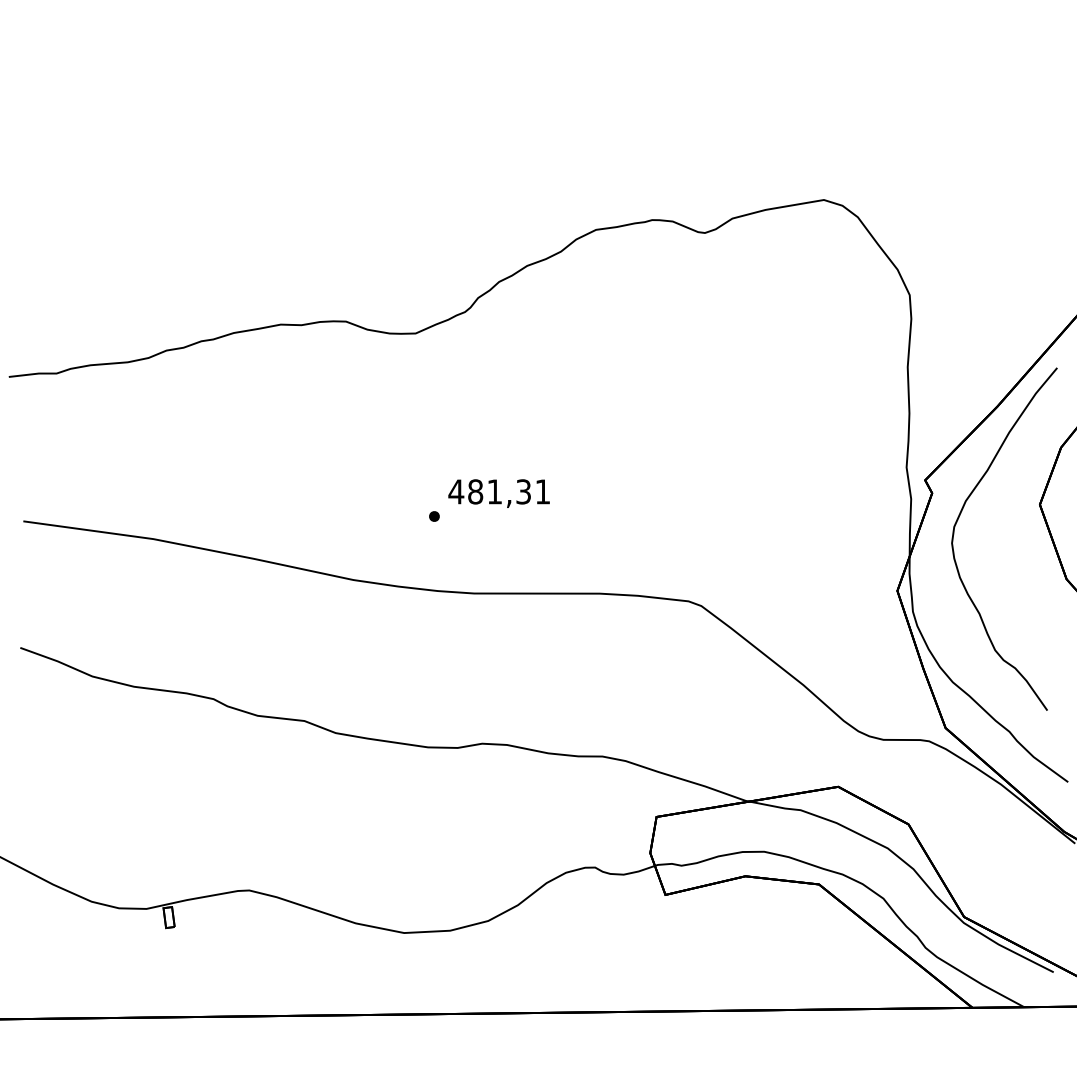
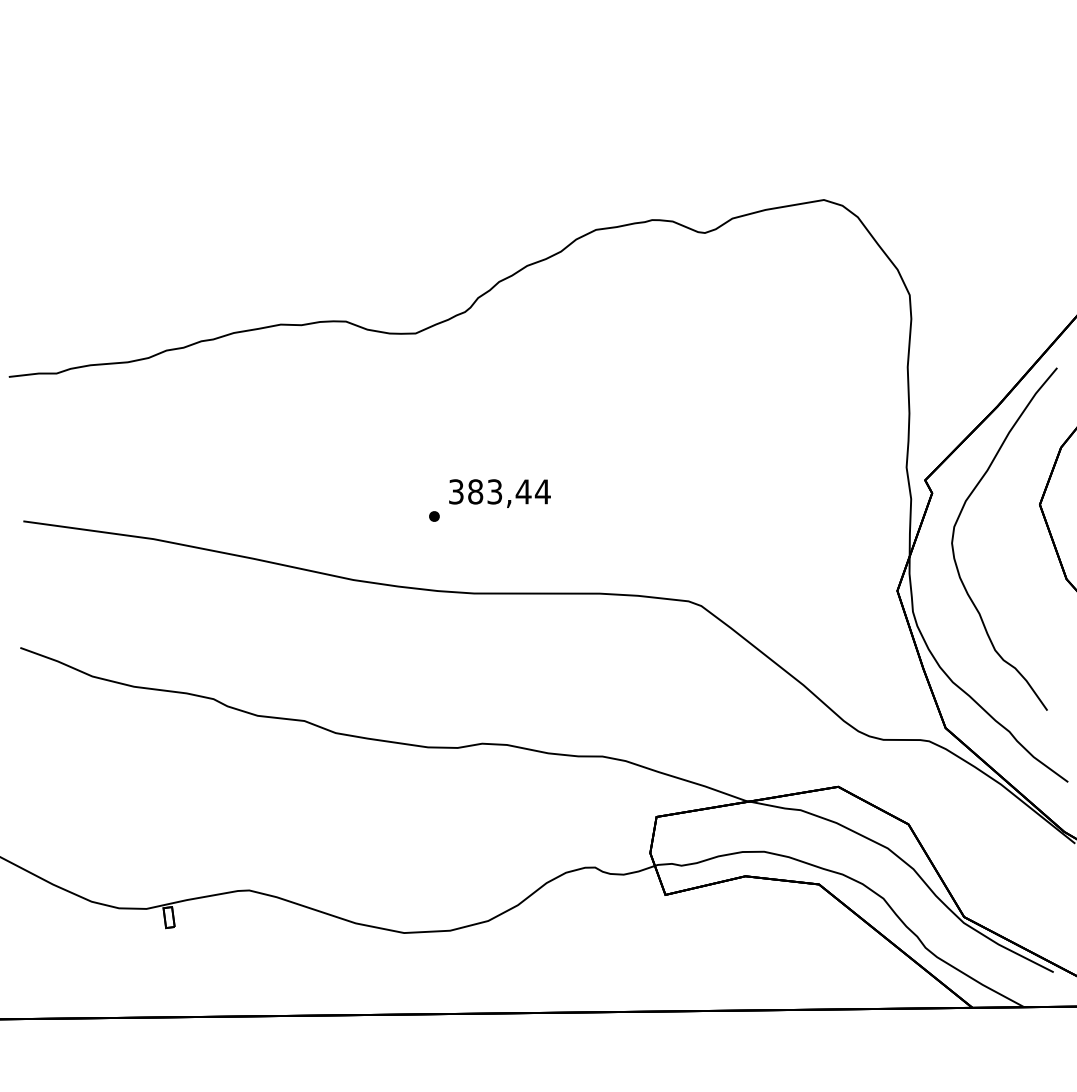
text at (499, 491): 481,31 -> 383,44
